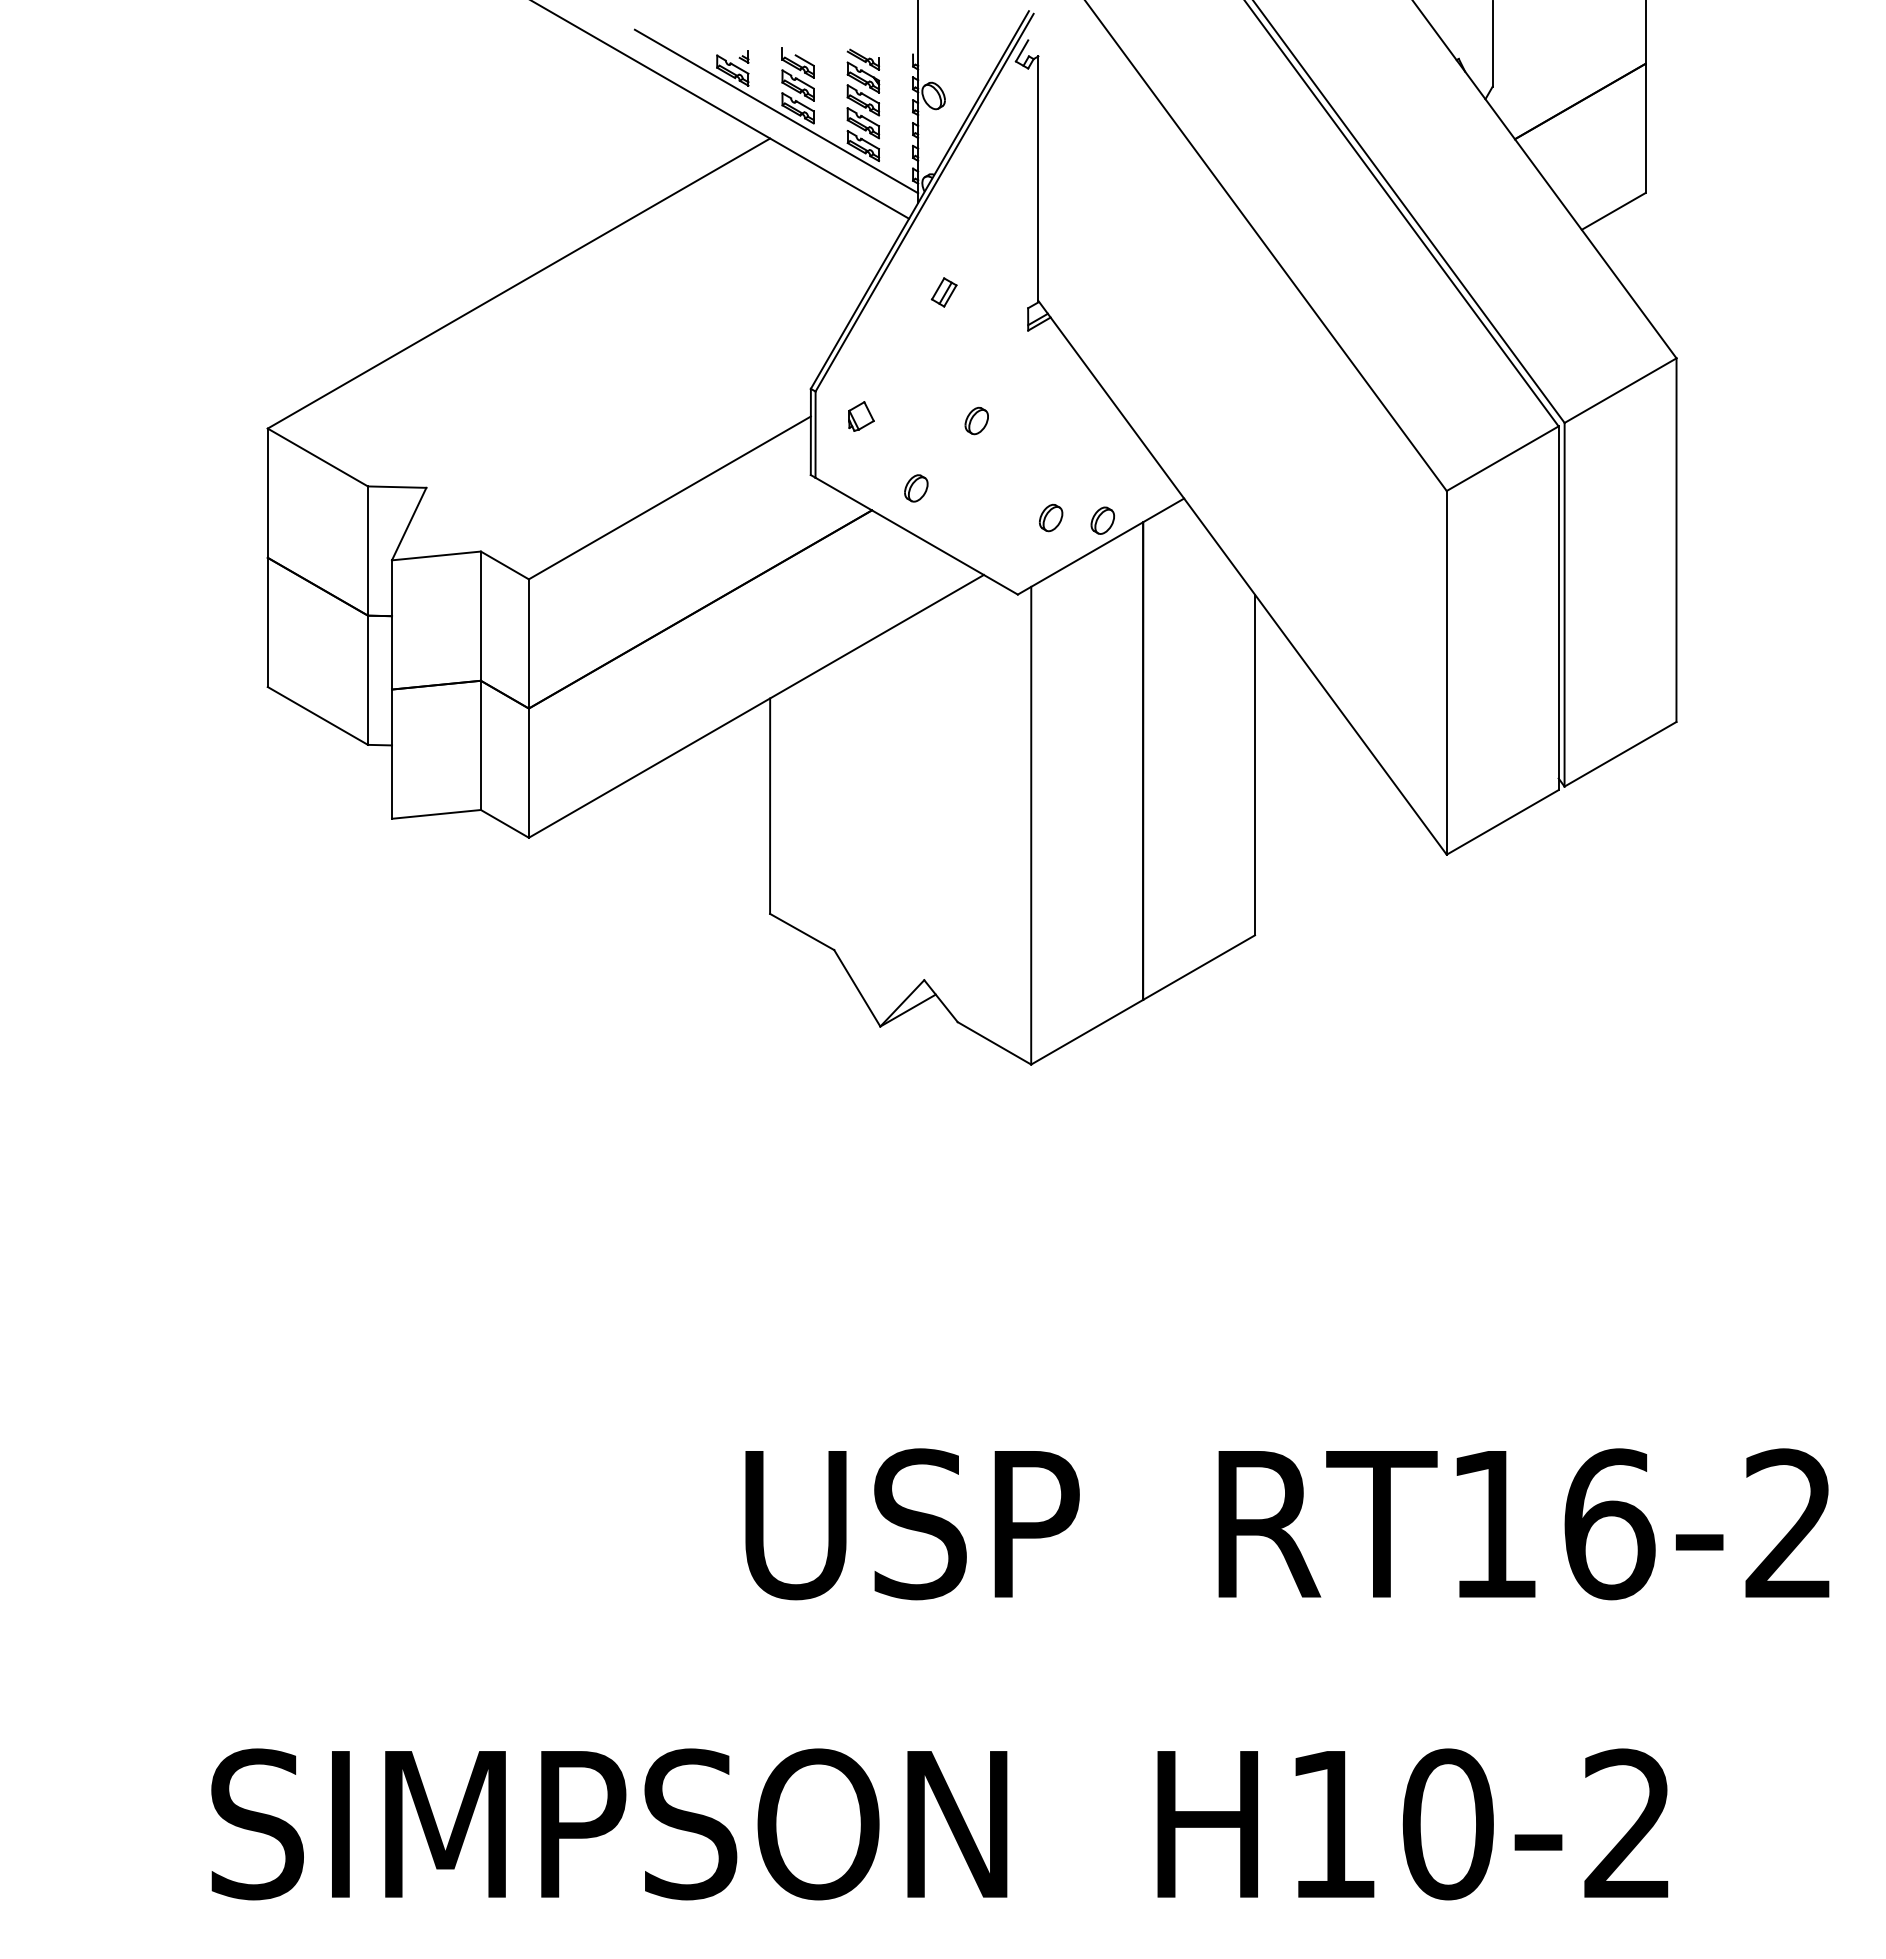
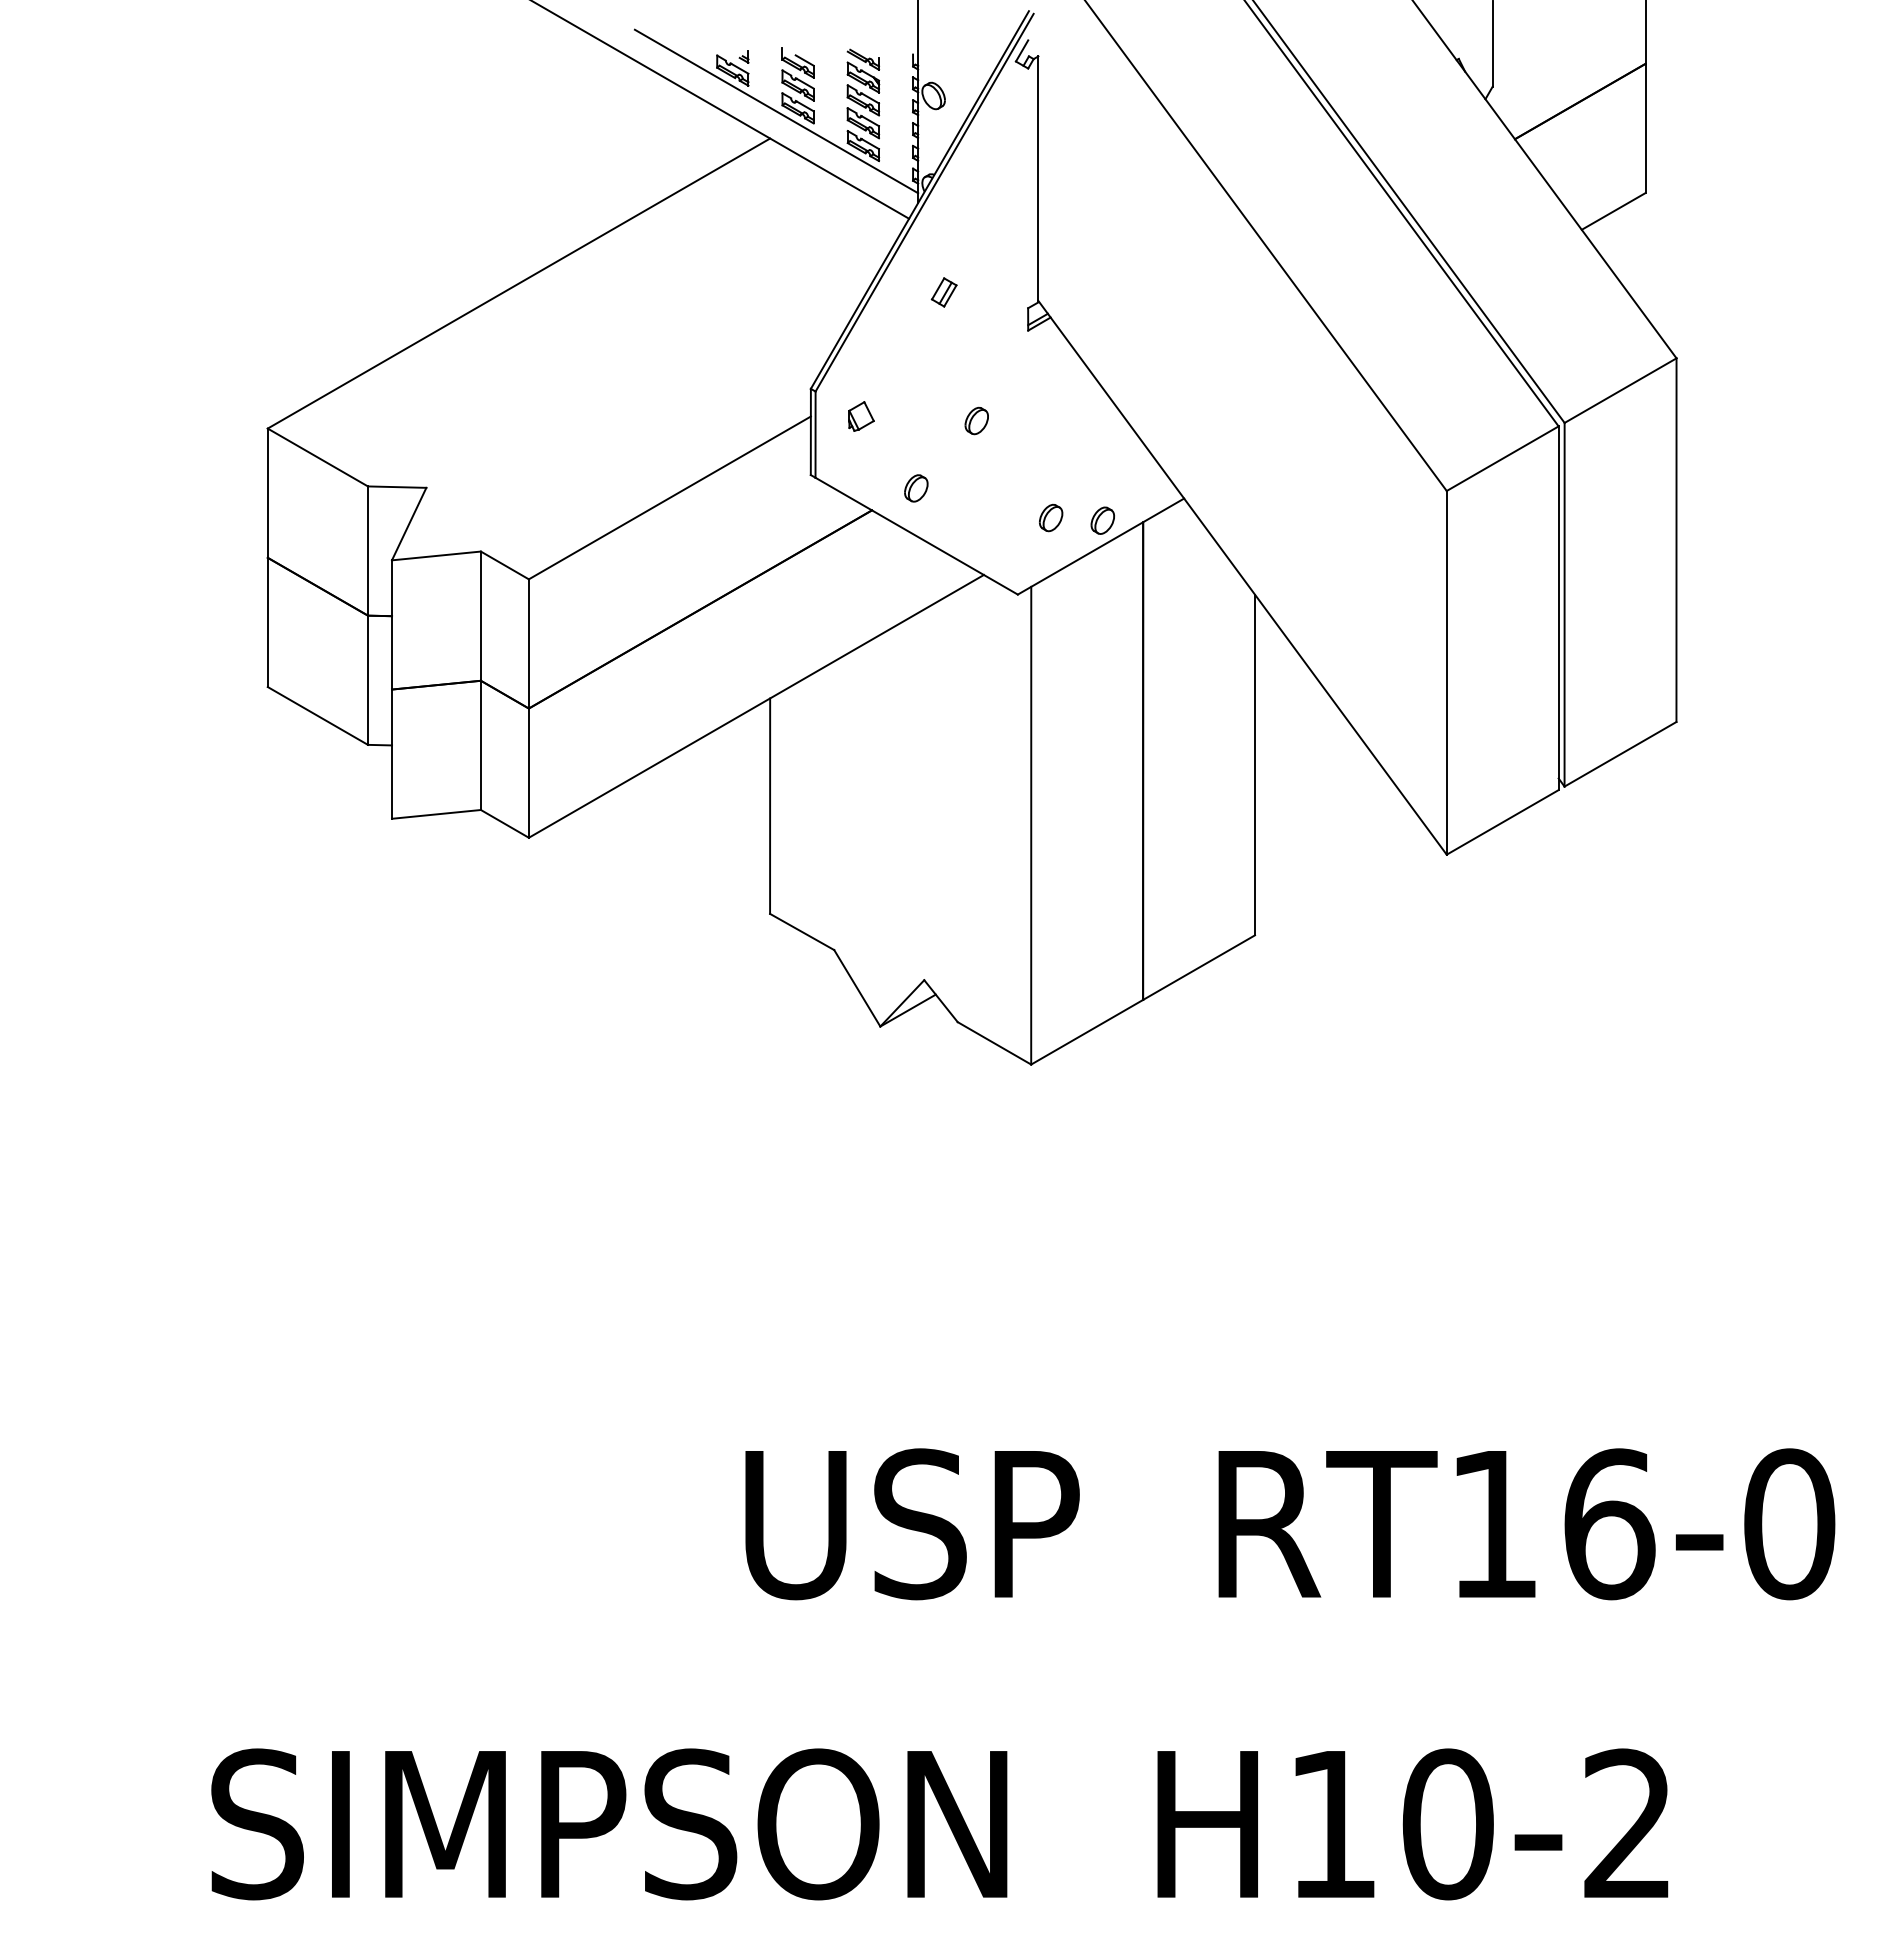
text at (1789, 1524): RT16-2 -> RT16-0
